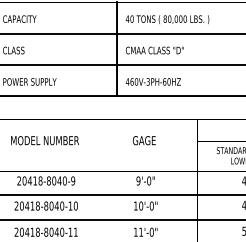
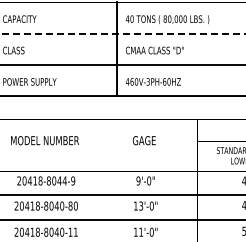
line at (122, 33): solid -> dashed
text at (64, 180): 20418-8040-9 -> 20418-8044-9
text at (70, 205): 20418-8040-10 -> 20418-8040-80
text at (141, 205): 10'-0" -> 13'-0"
